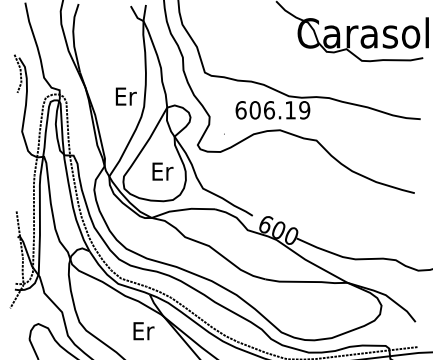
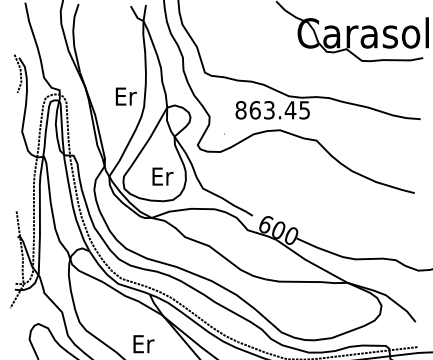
text at (272, 110): 606.19 -> 863.45
text at (162, 171) position: (162, 171) -> (162, 176)
text at (143, 331) position: (143, 331) -> (143, 344)
